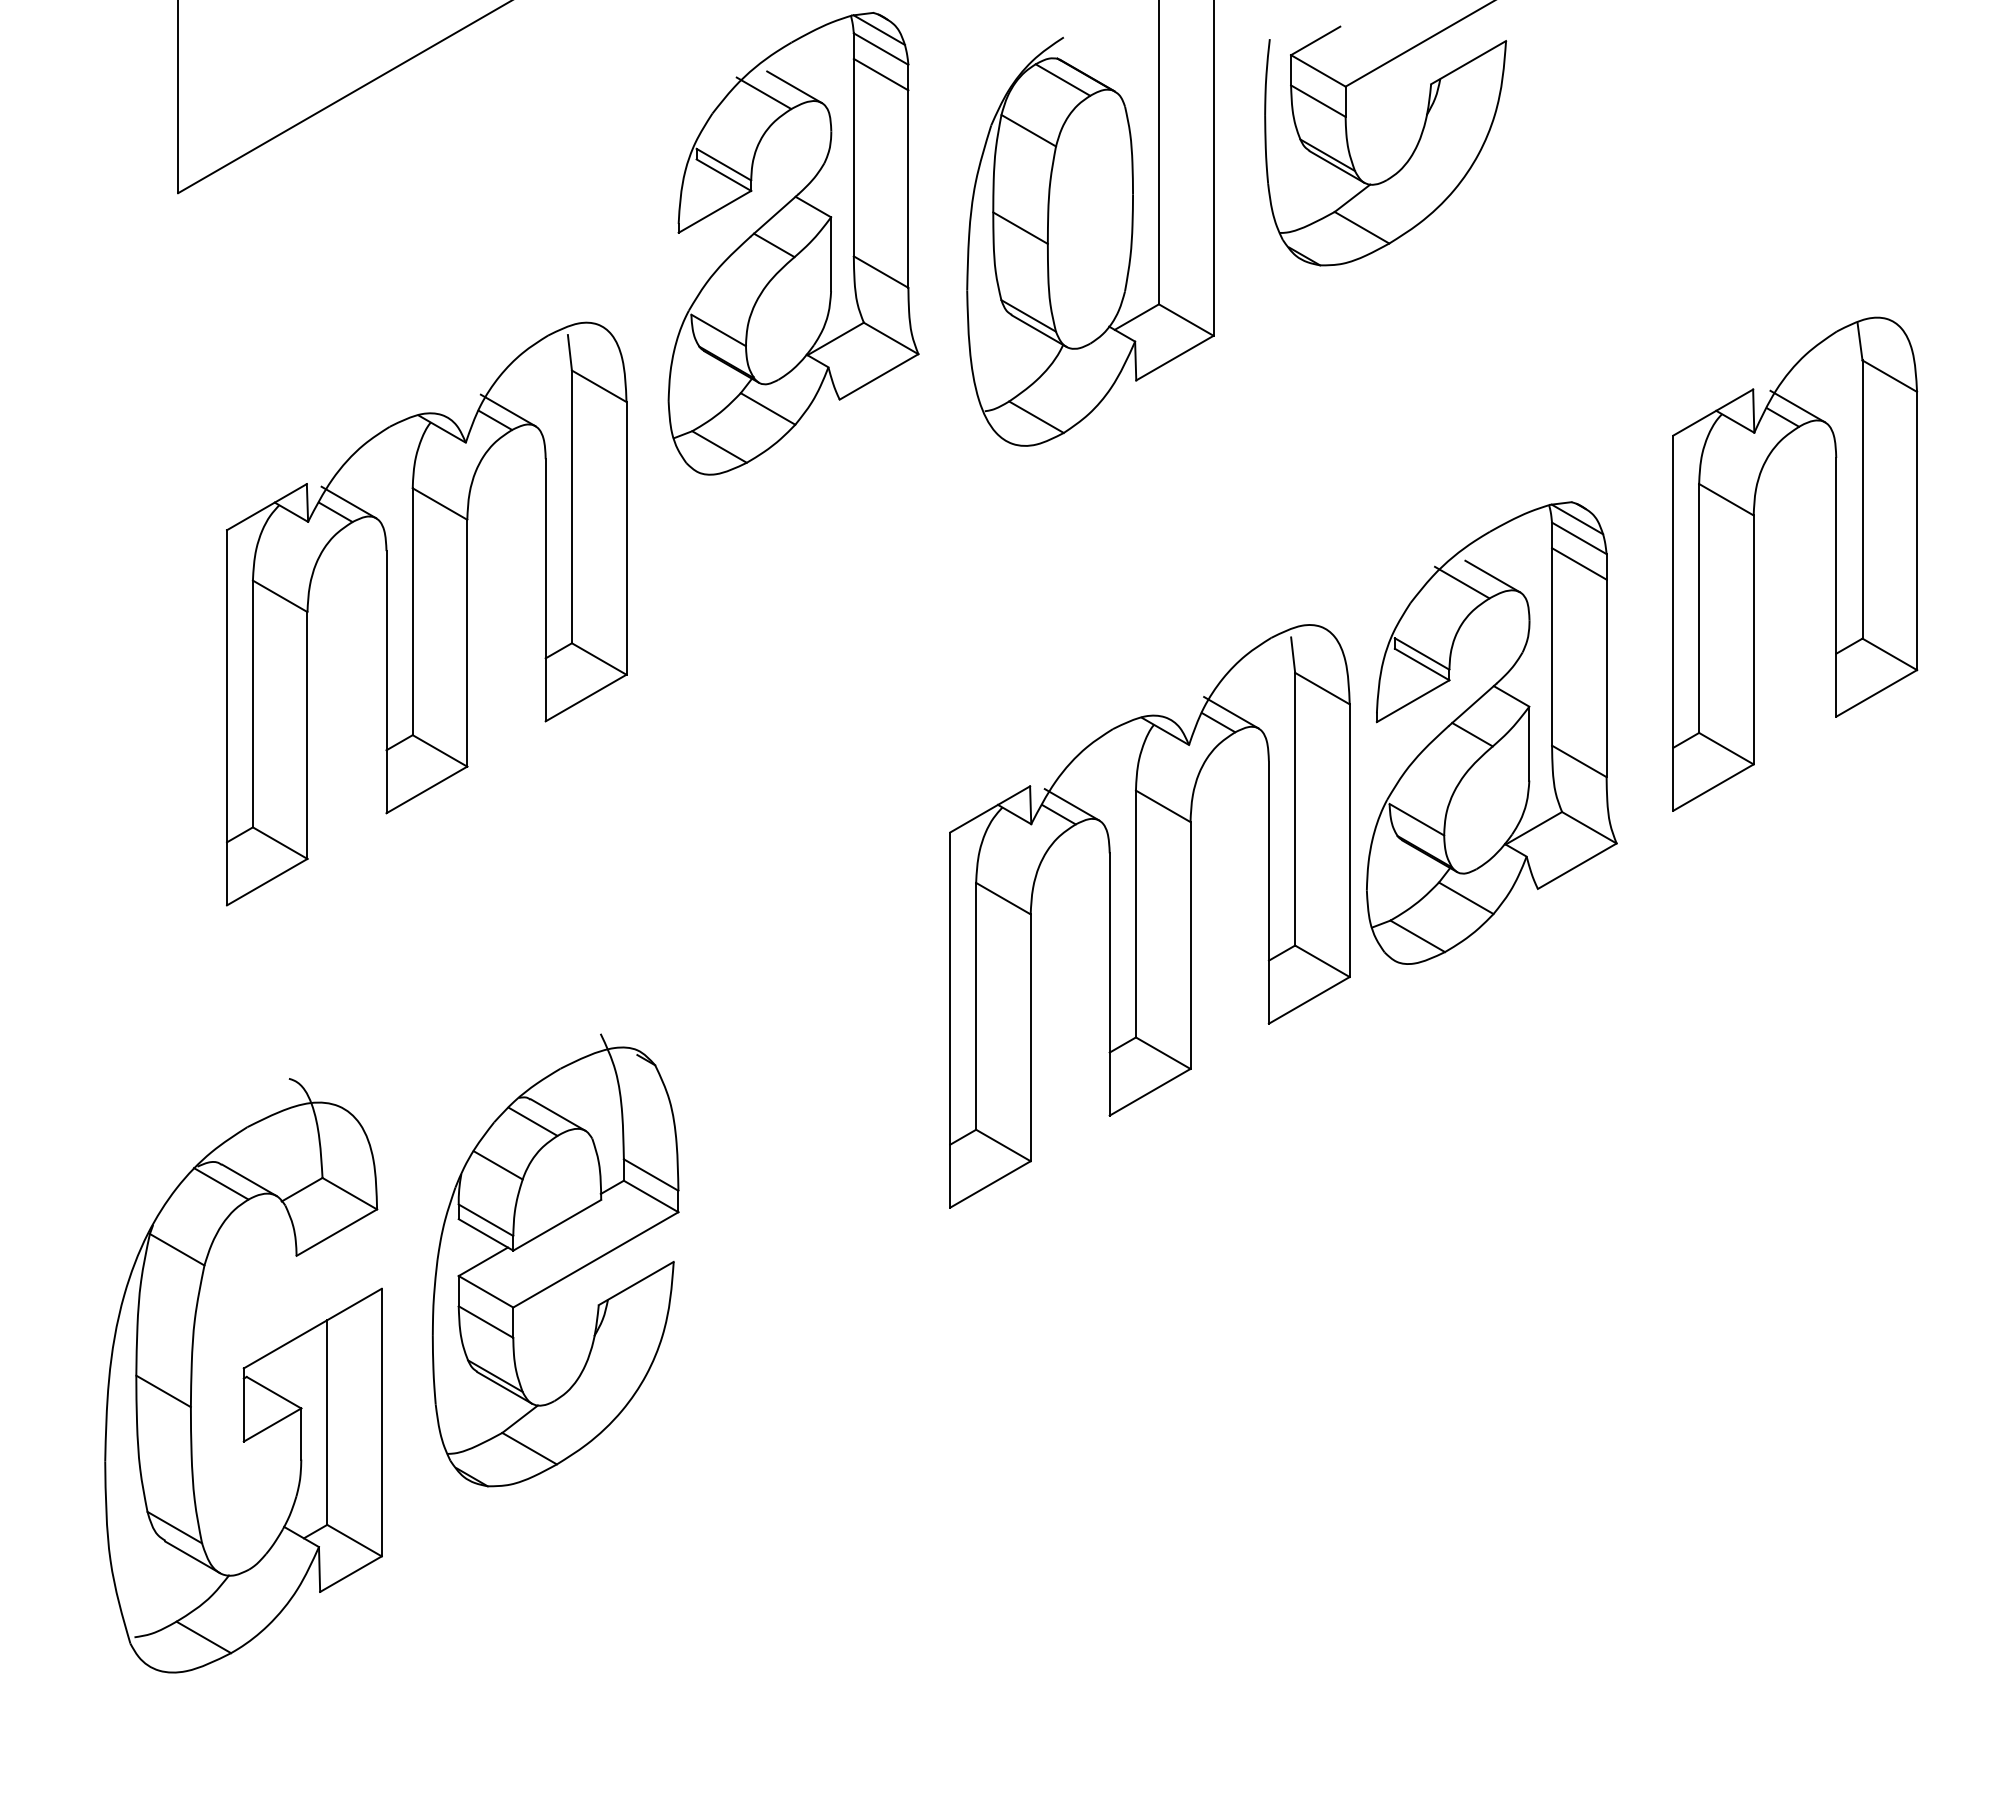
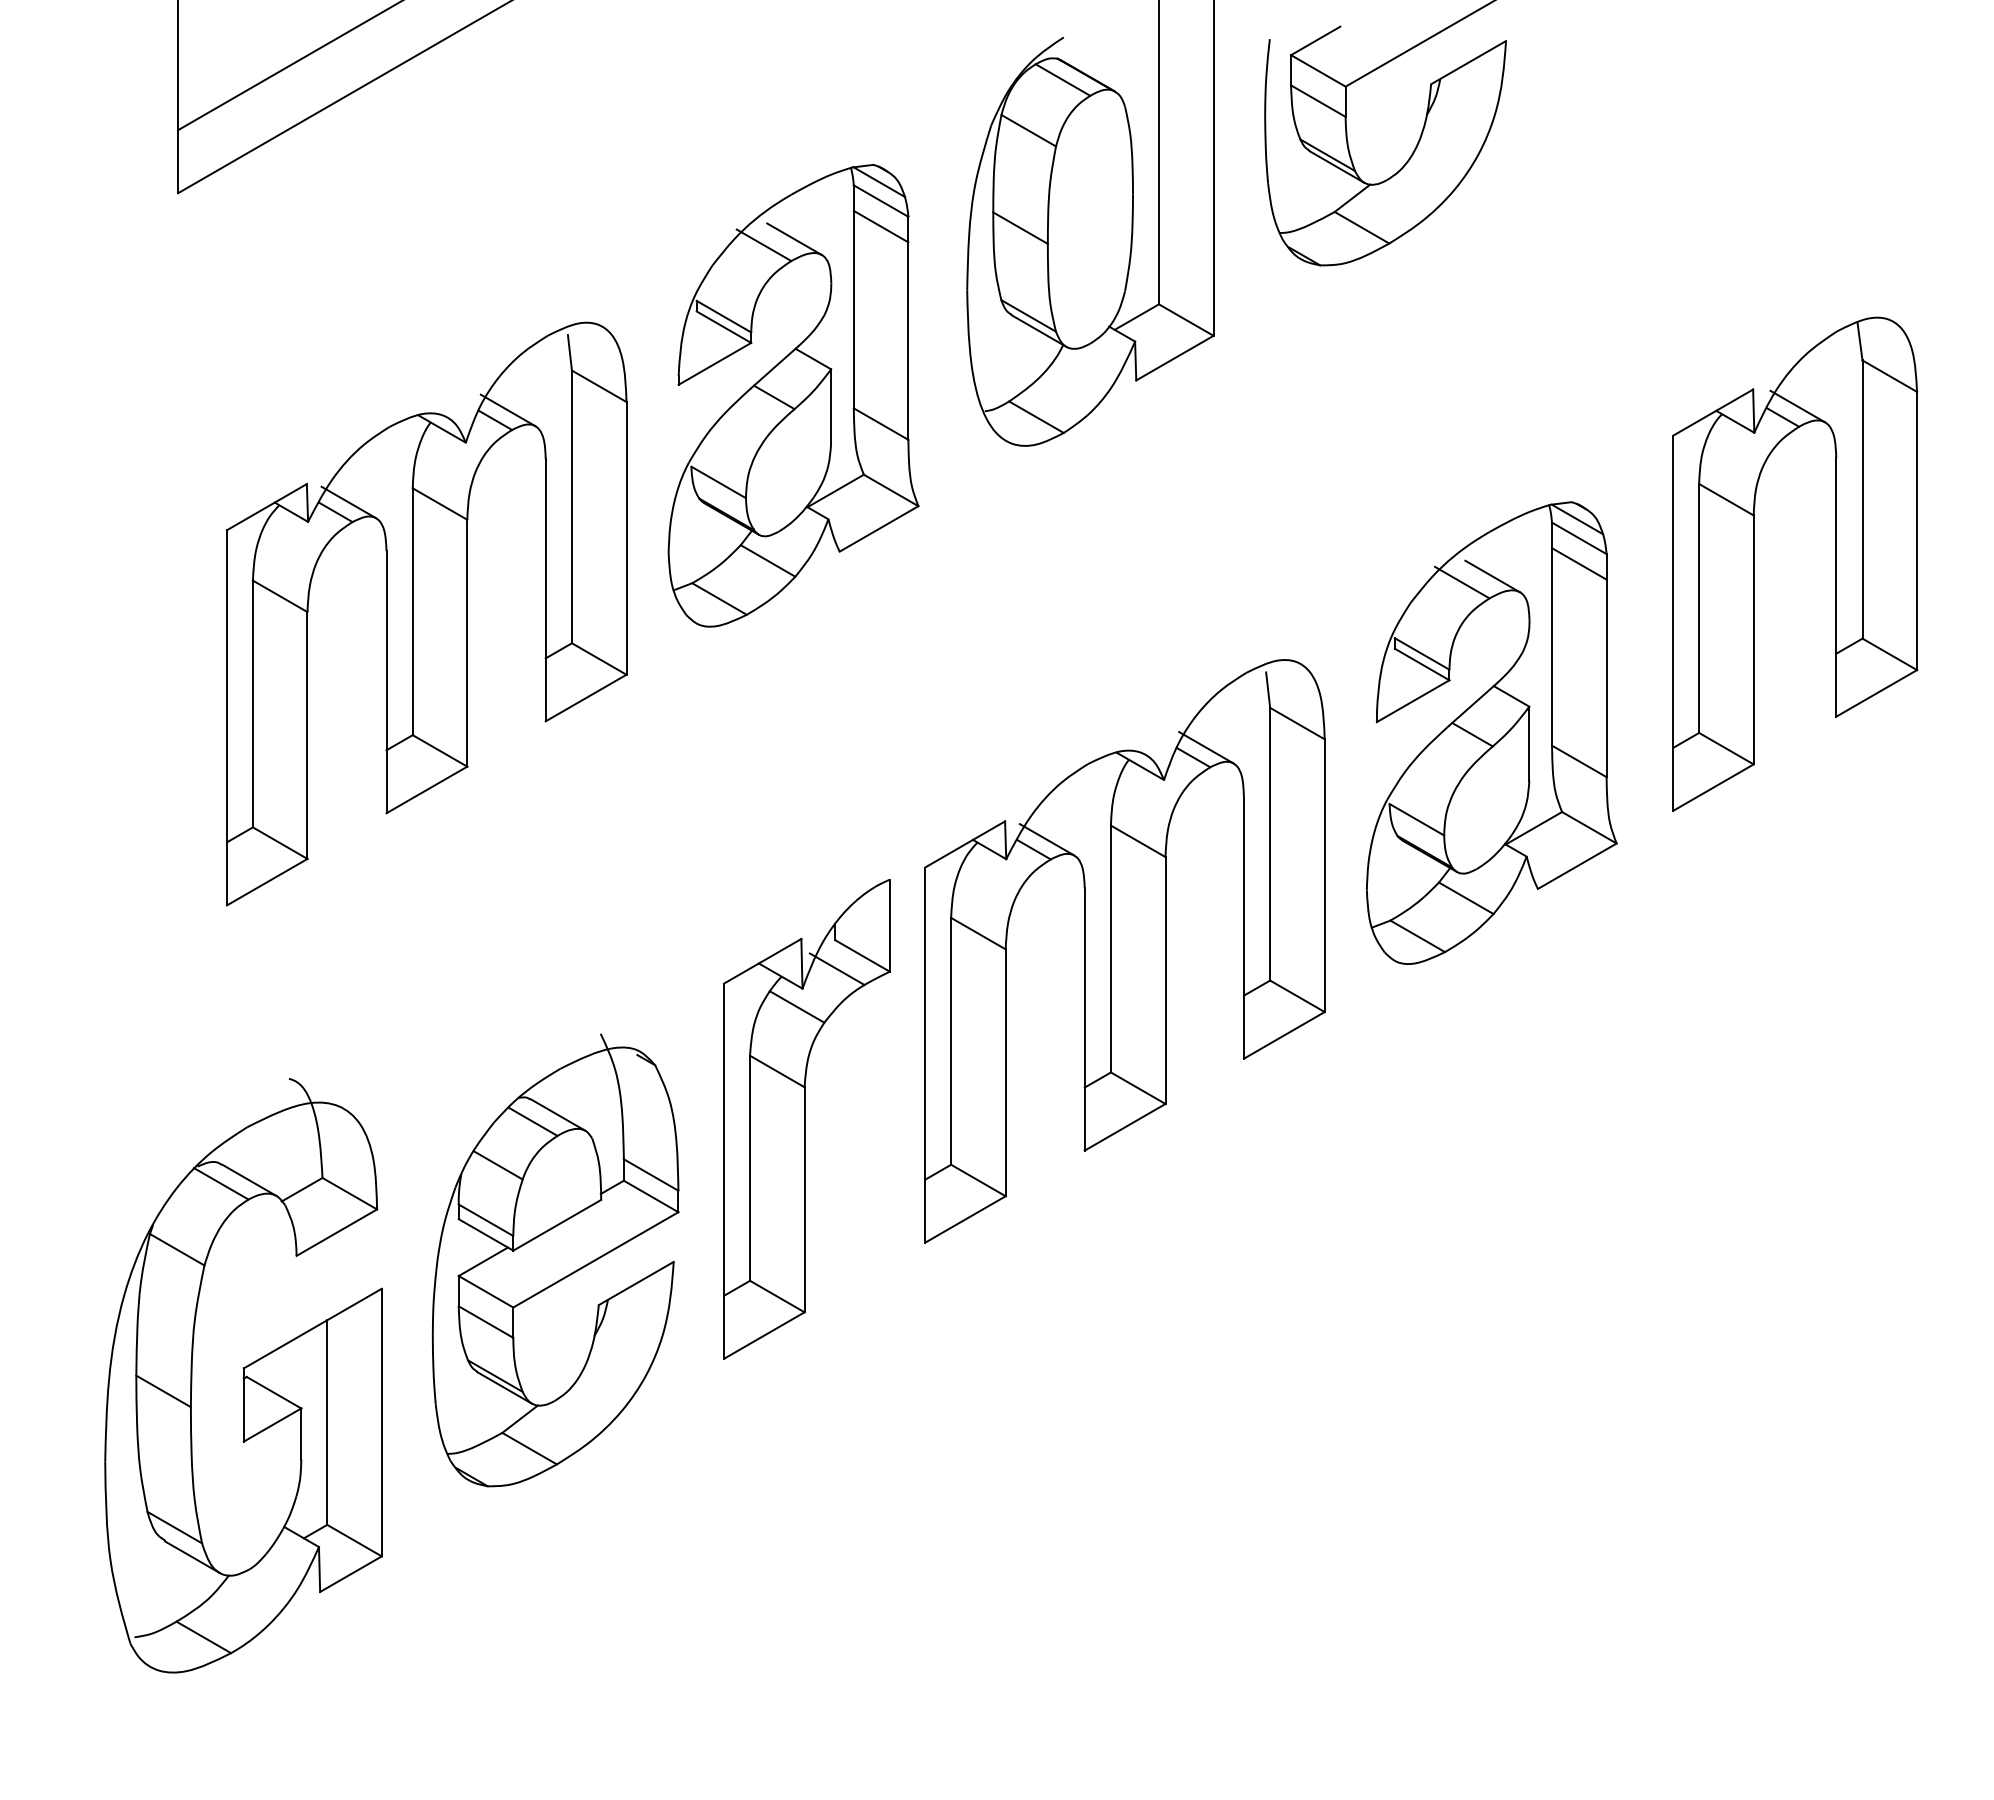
line at (288, 66): none -> present
part at (793, 243) position: (793, 243) -> (793, 395)
part at (1149, 916) position: (1149, 916) -> (1124, 951)
part at (806, 1119): none -> present
